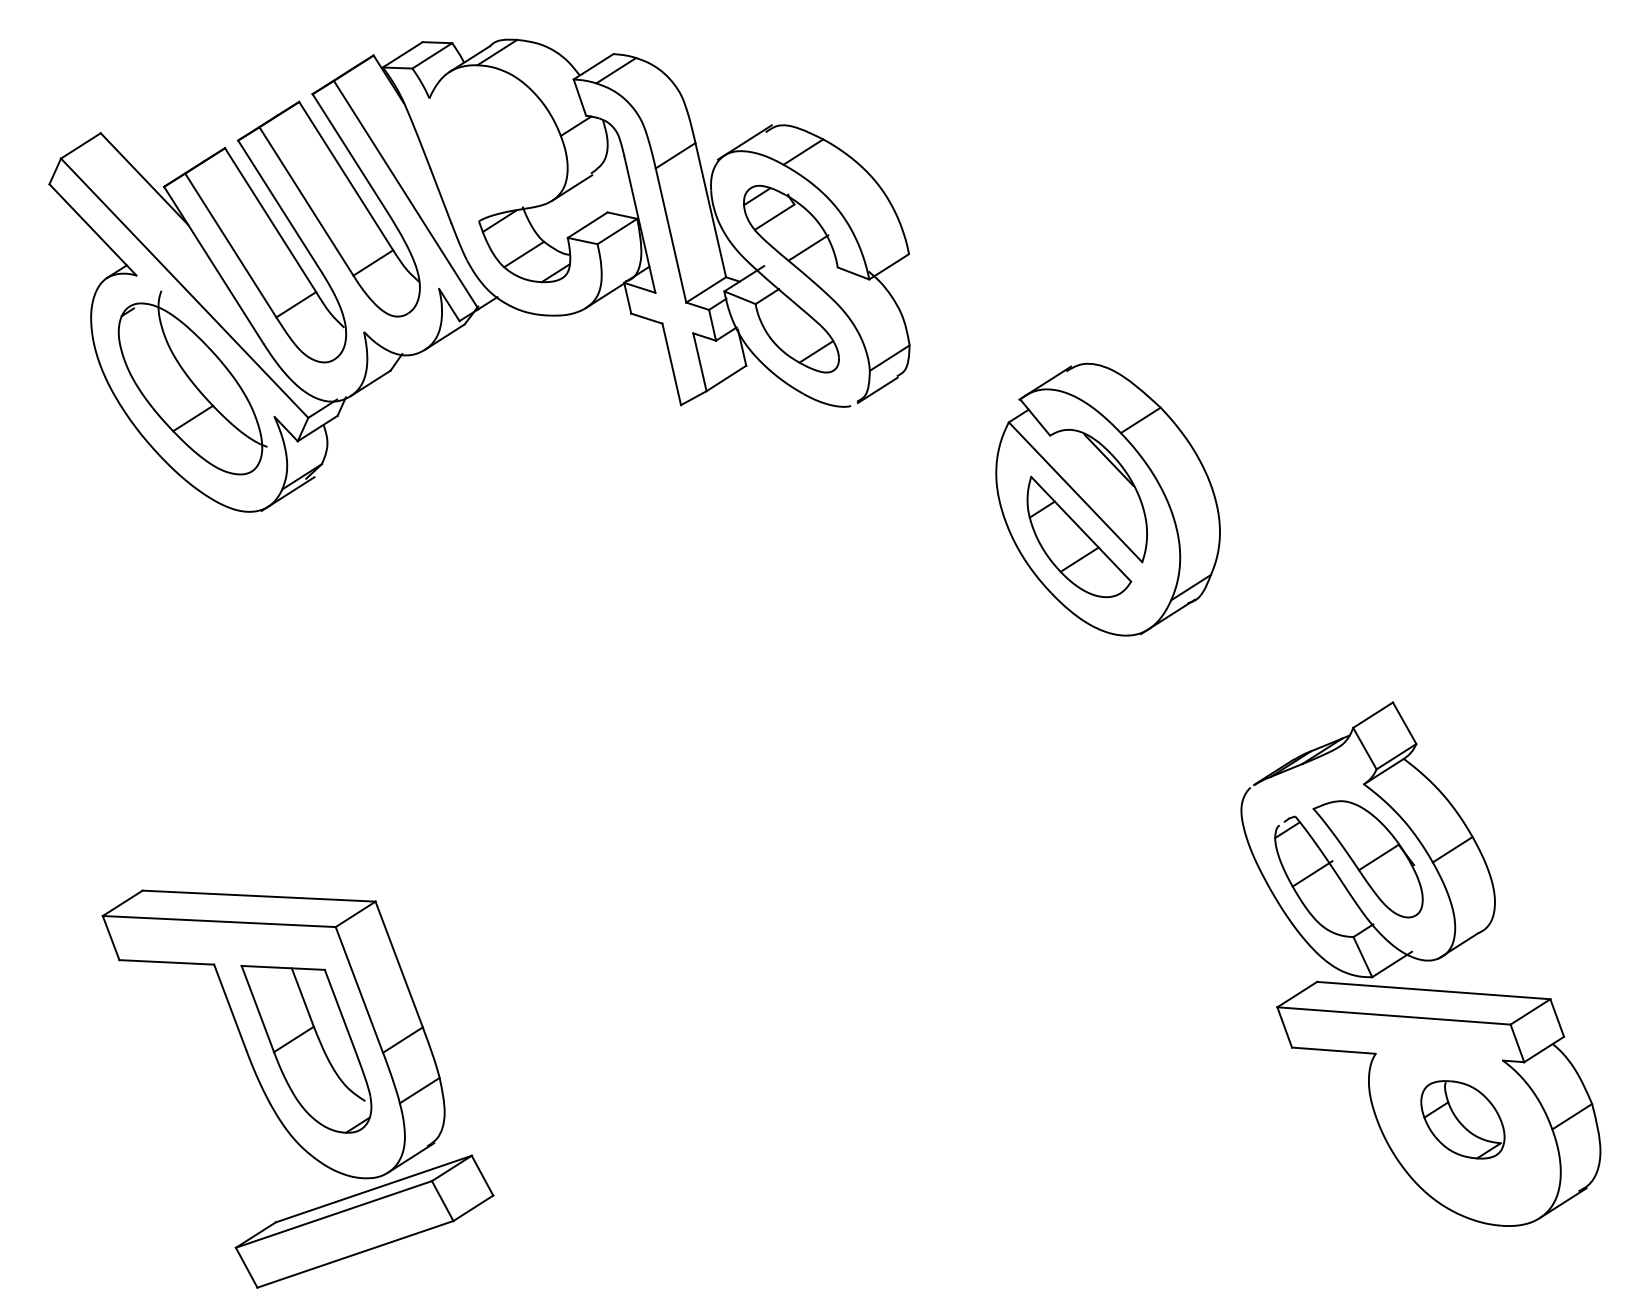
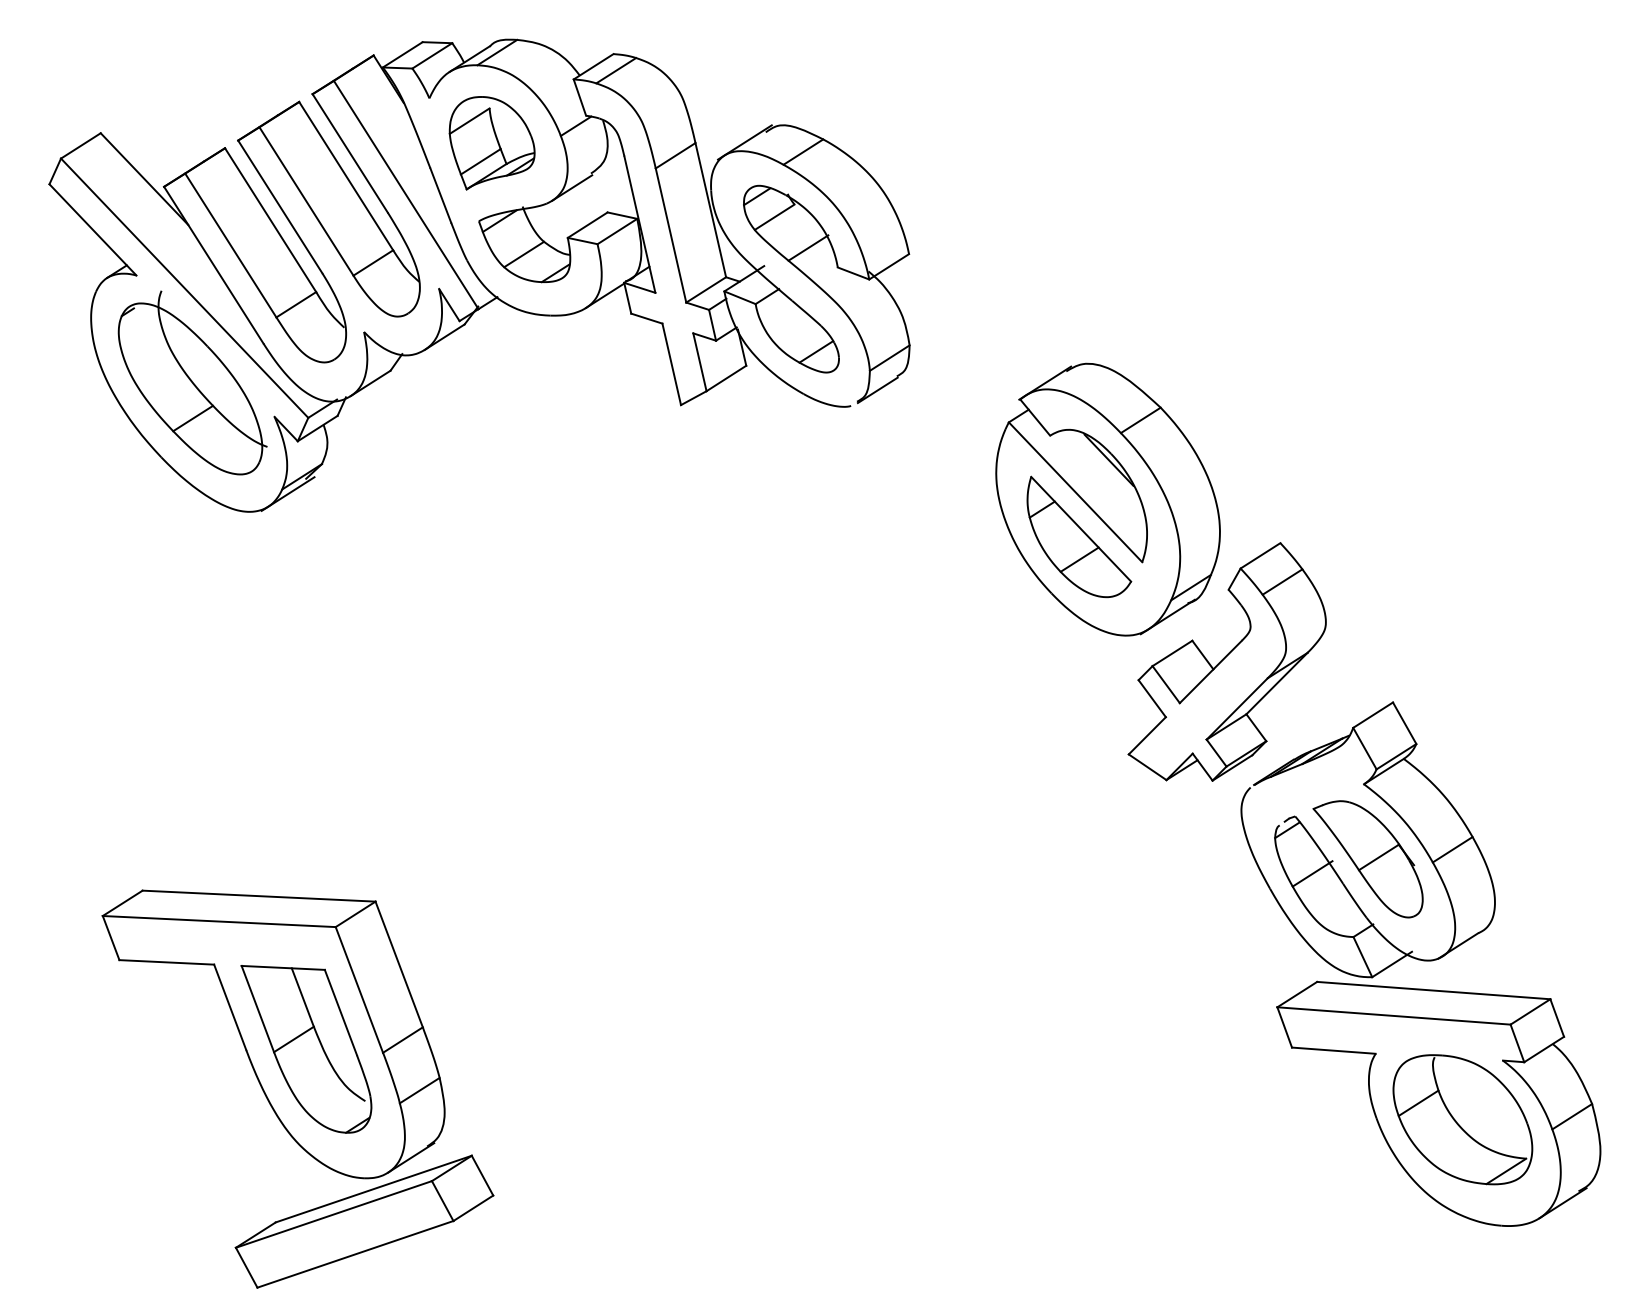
part at (491, 143): none -> present
part at (1226, 661): none -> present
part at (1462, 1119) size: 86x80 px -> 142x132 px
